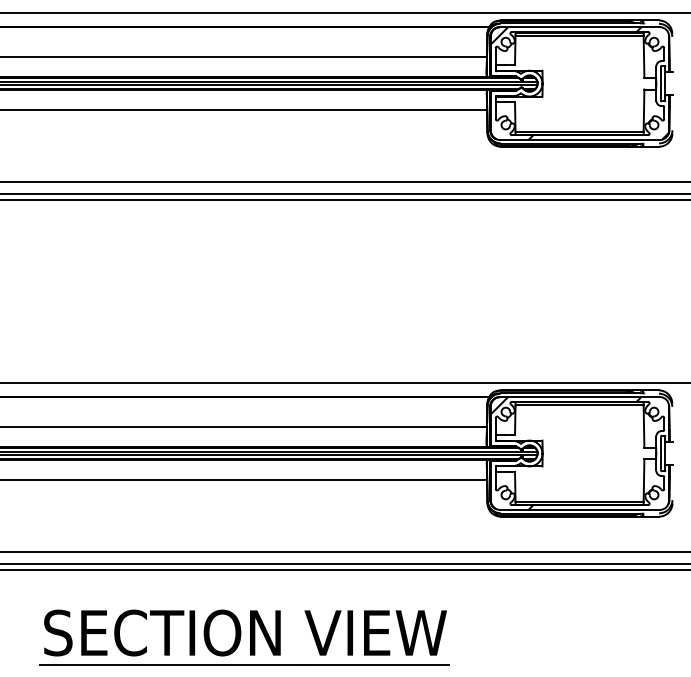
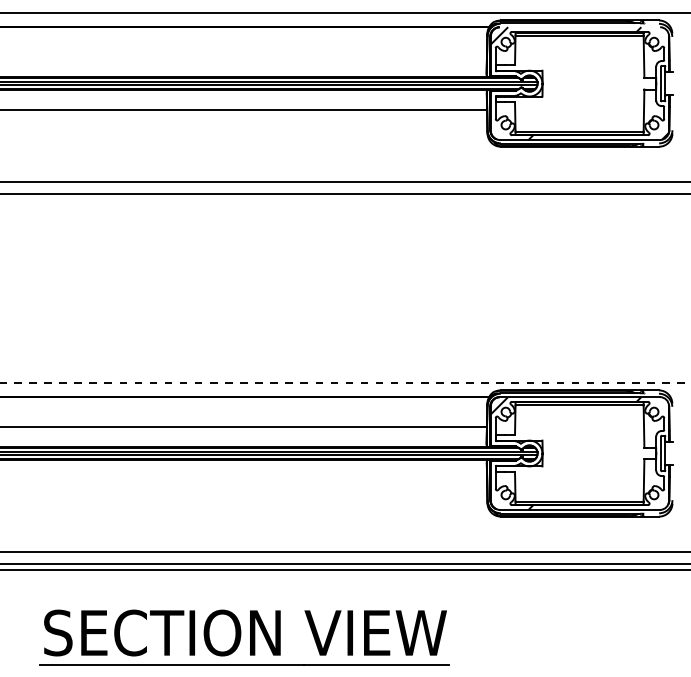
line at (579, 27): present -> none
line at (244, 56): present -> none
line at (344, 199): present -> none
line at (345, 382): solid -> dashed
line at (244, 480): present -> none
